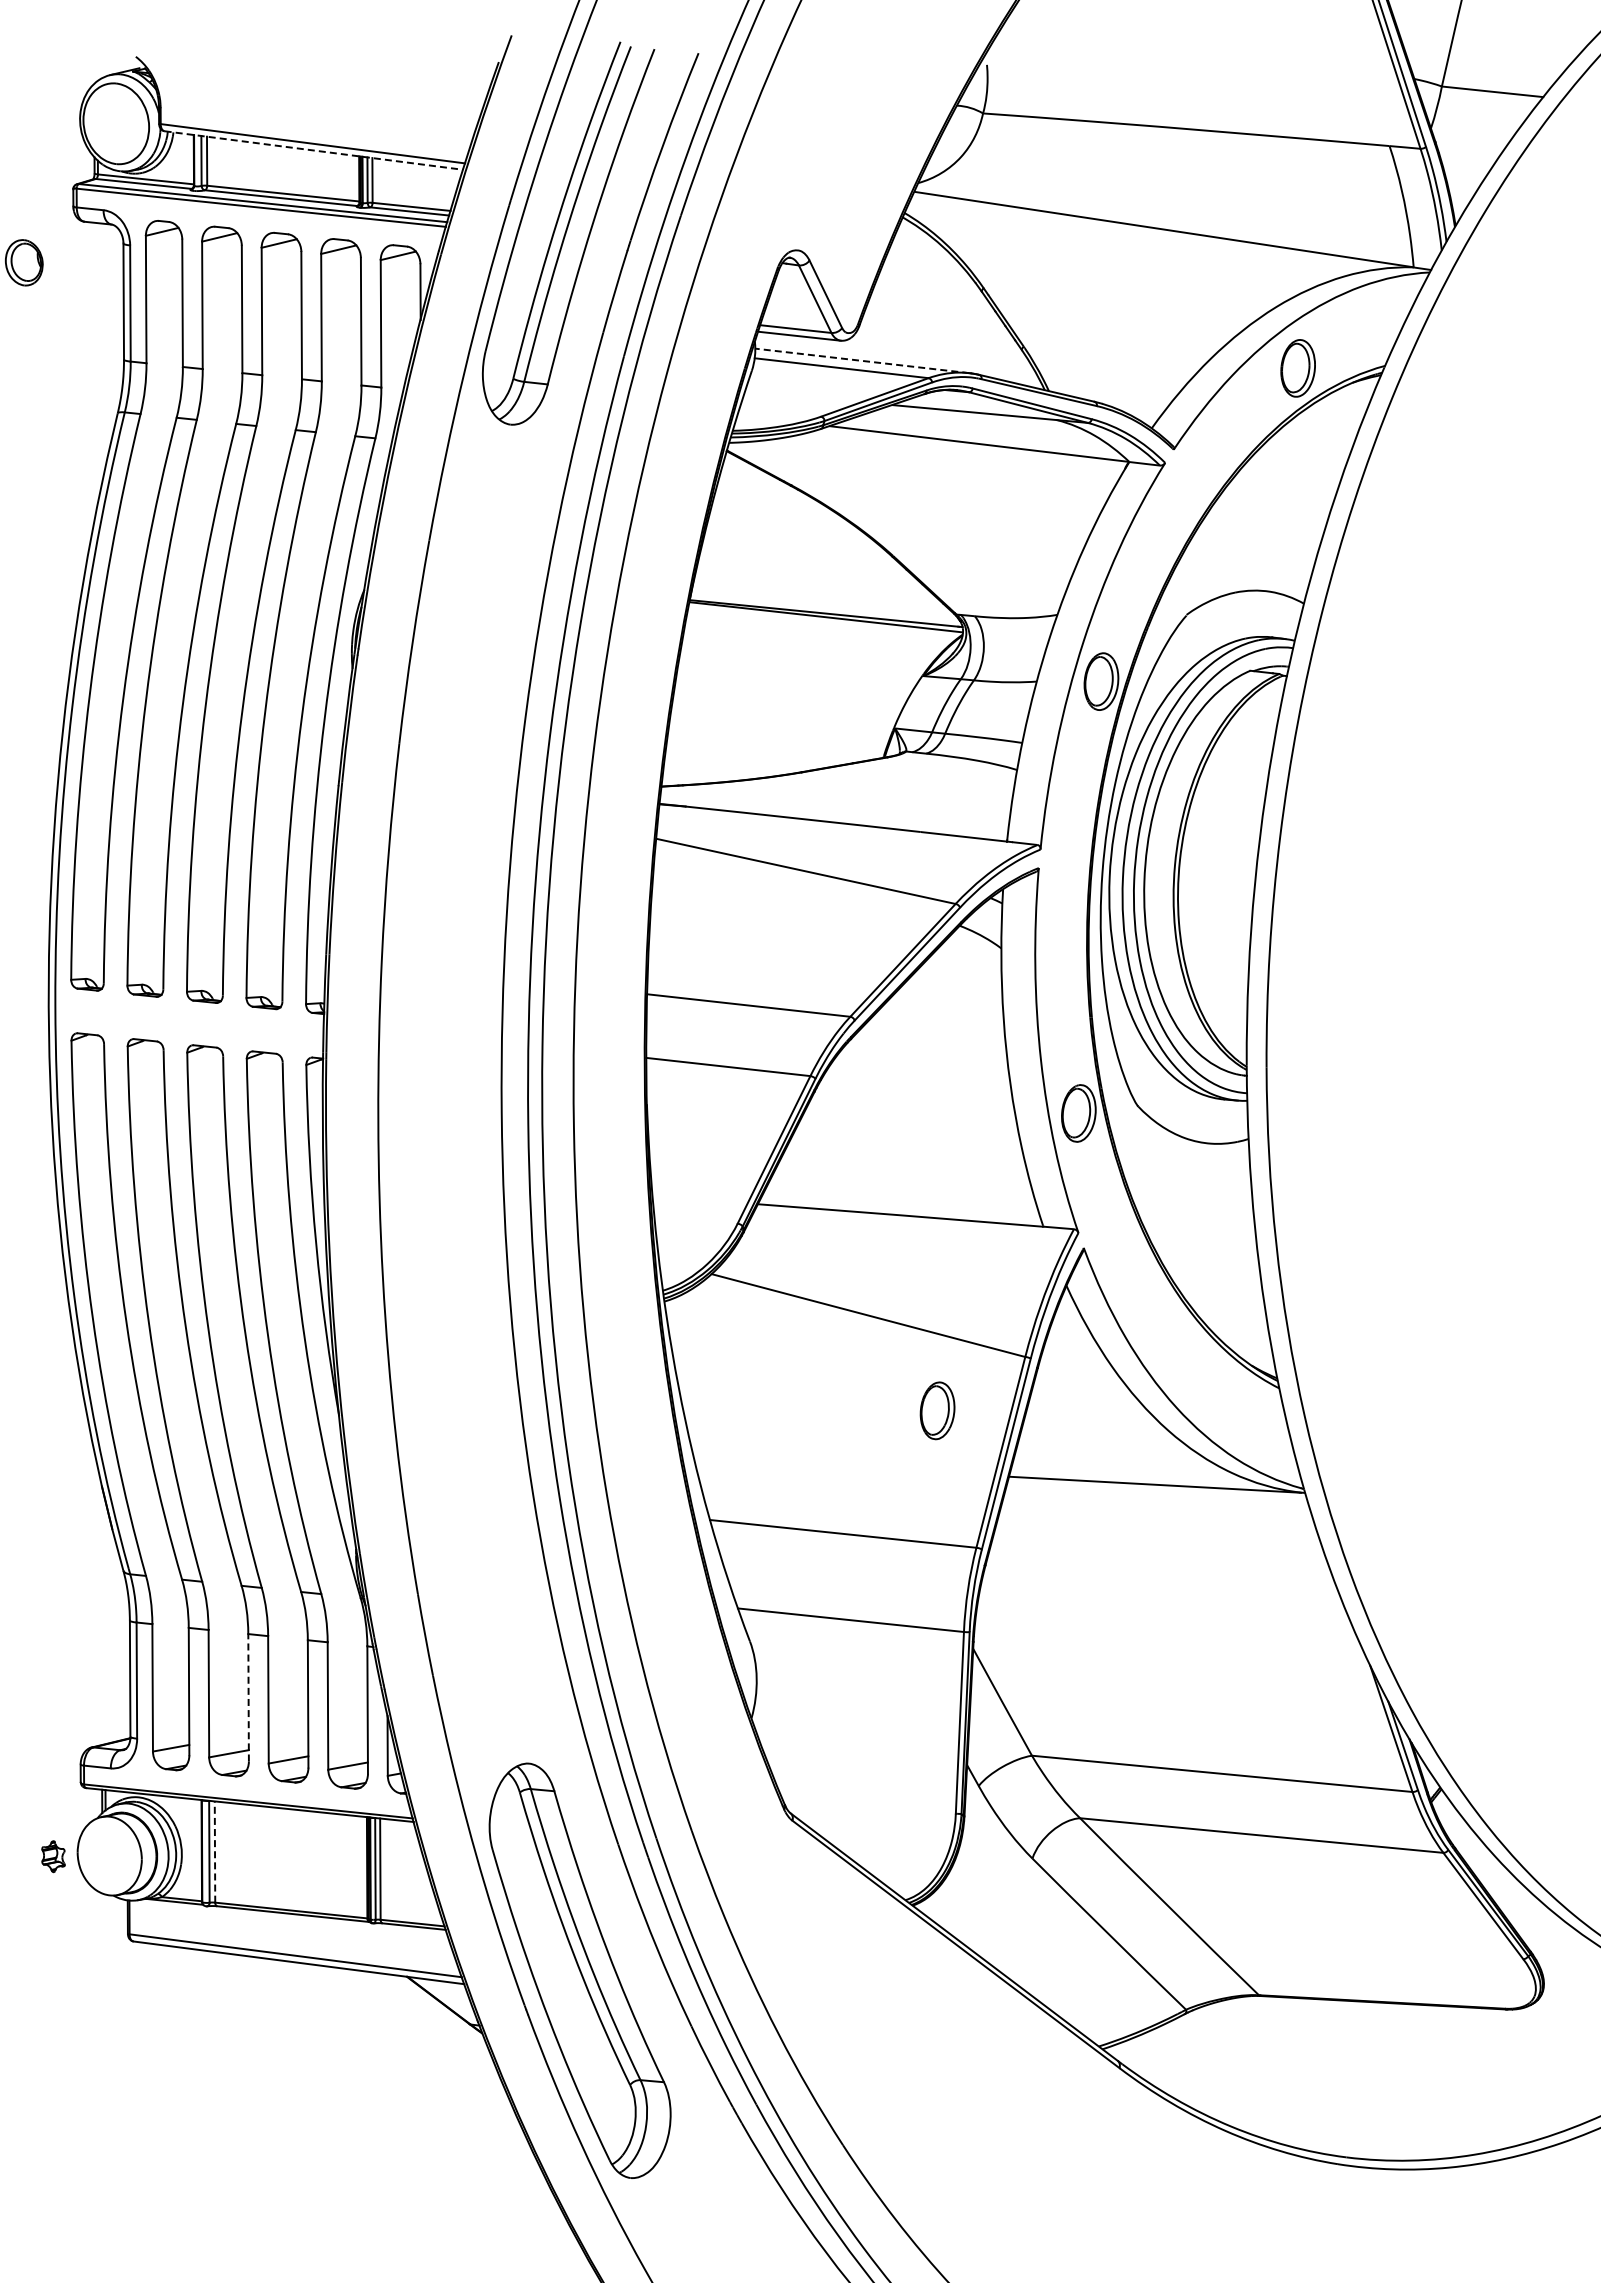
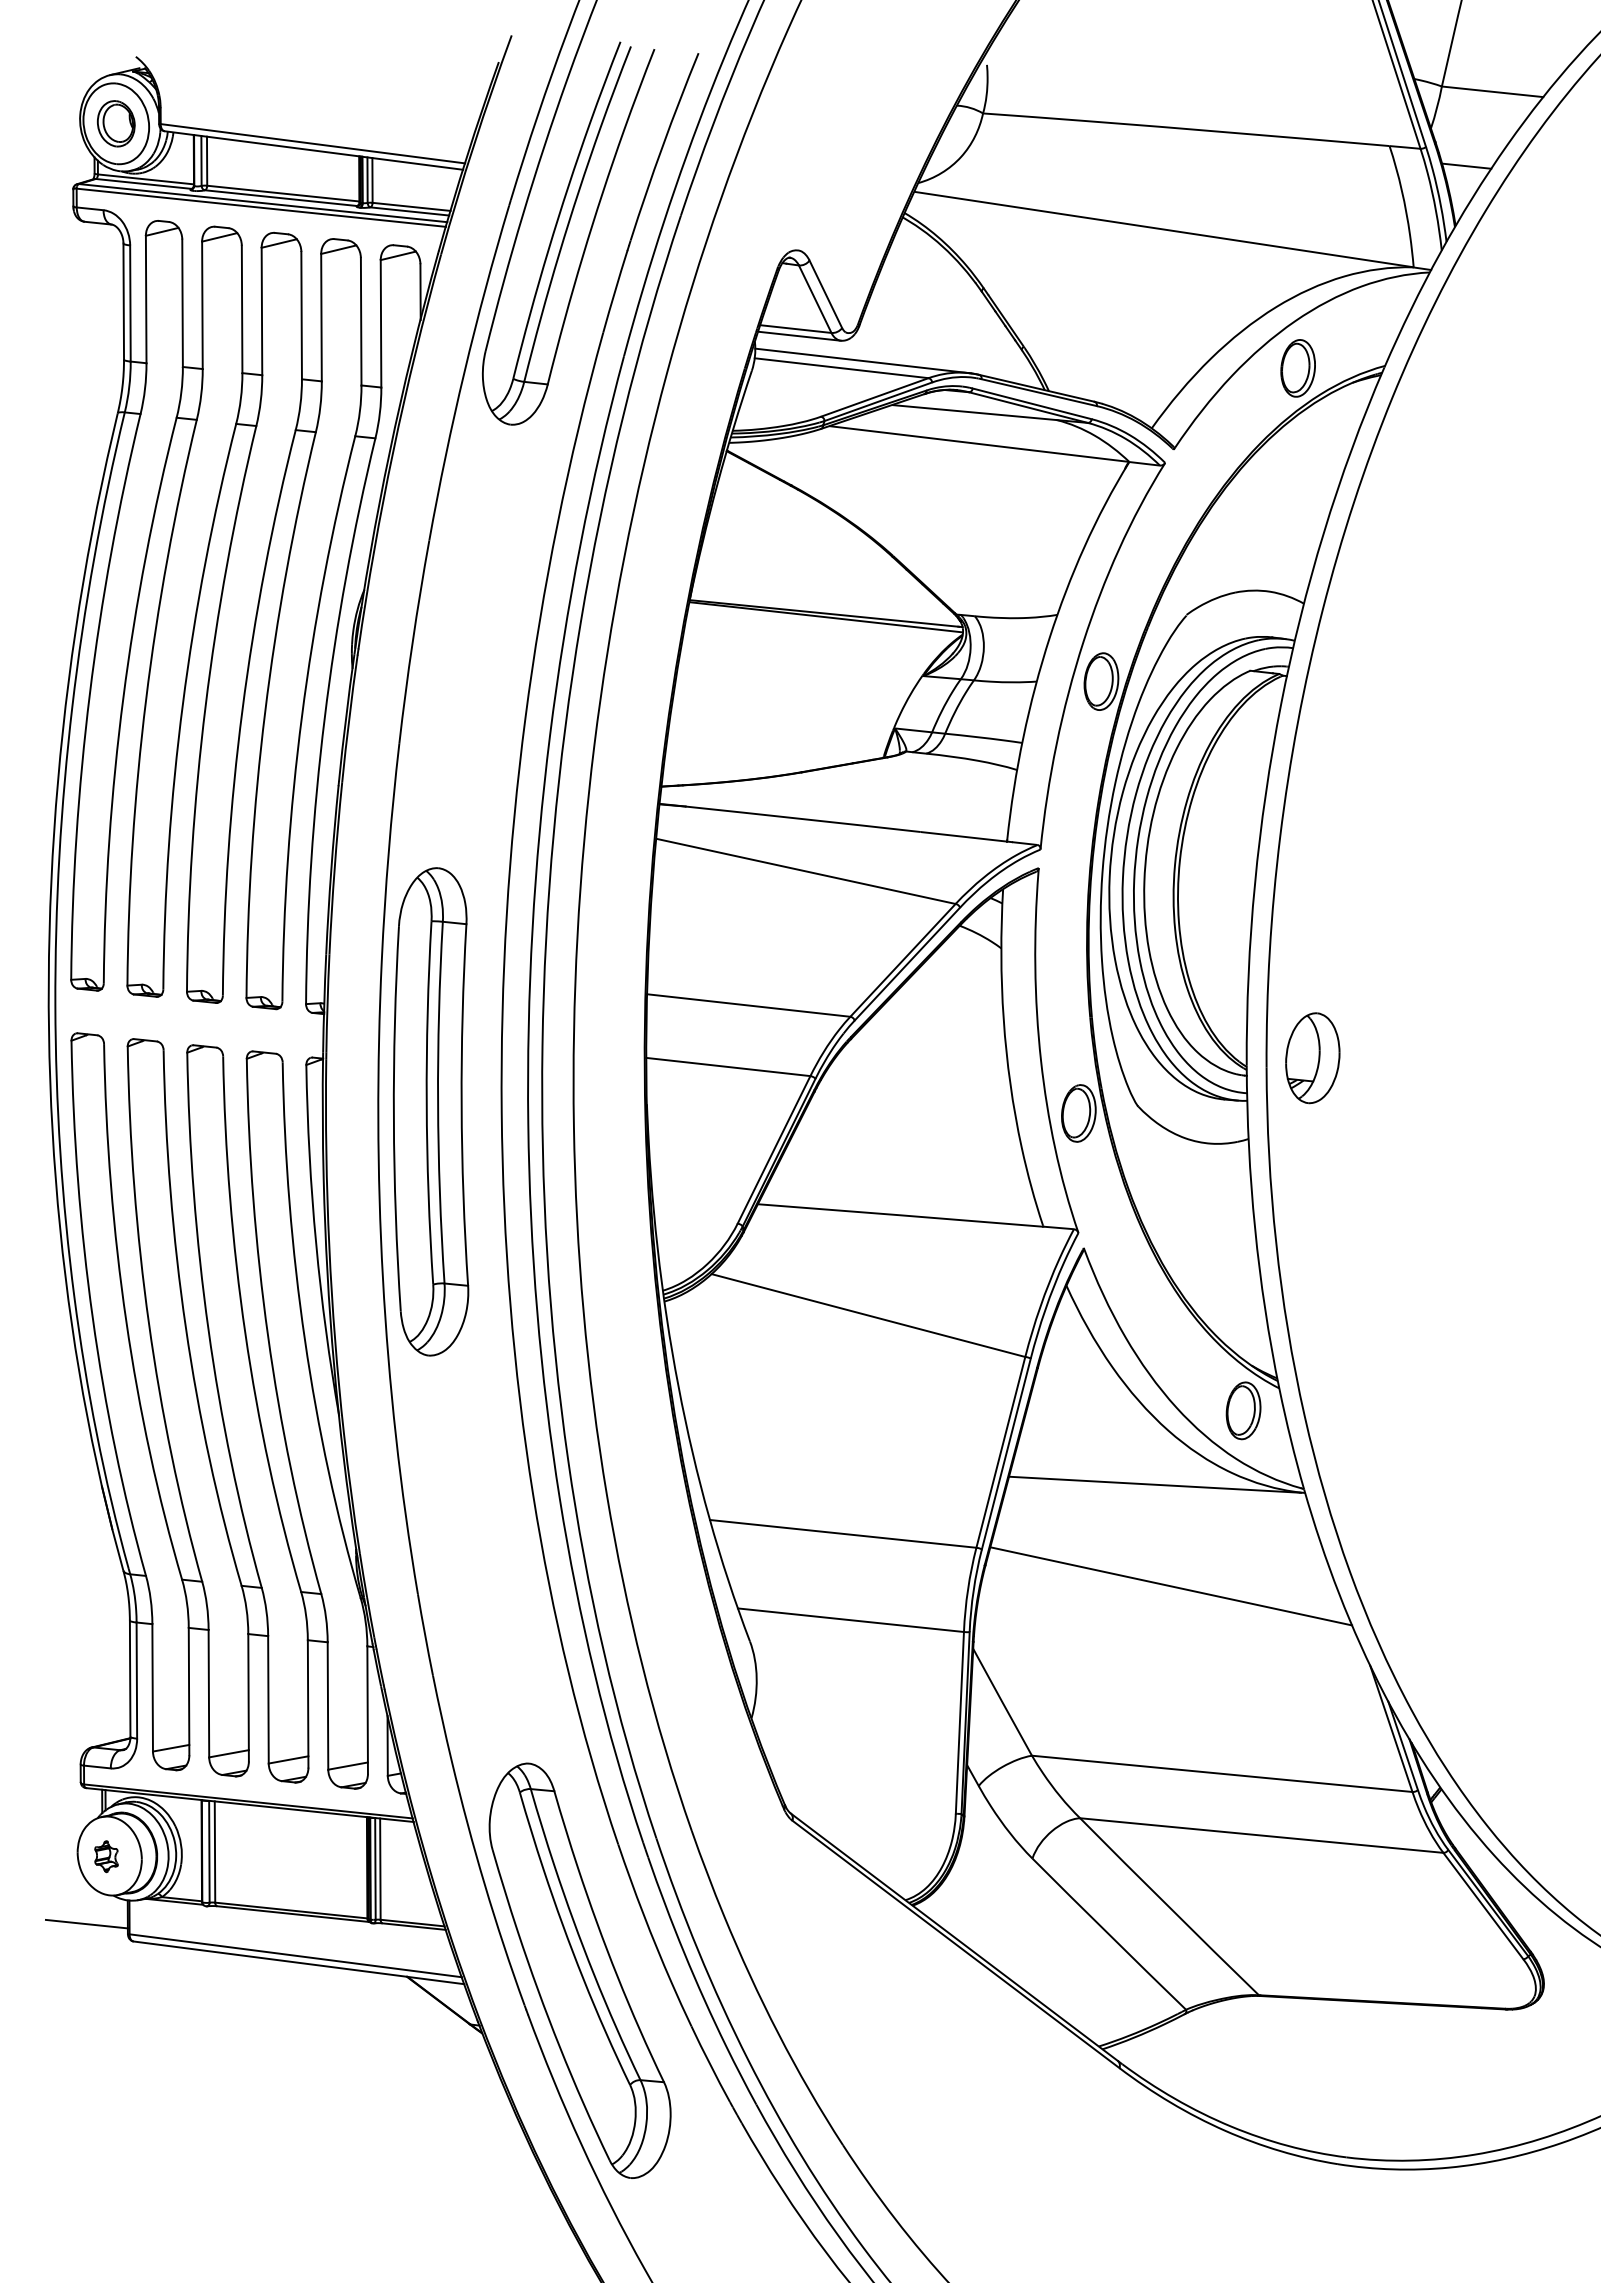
line at (314, 150): dashed -> solid
line at (1466, 165): none -> present
part at (24, 262) position: (24, 262) -> (116, 123)
line at (862, 360): dashed -> solid
part at (1312, 1058): none -> present
part at (430, 1111): none -> present
part at (937, 1410) position: (937, 1410) -> (1243, 1410)
line at (1171, 1586): none -> present
line at (248, 1697): dashed -> solid
line at (215, 1852): dashed -> solid
part at (53, 1856) position: (53, 1856) -> (106, 1856)
line at (86, 1923): none -> present
